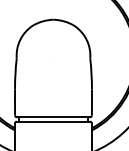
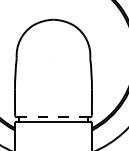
line at (54, 117): solid -> dashed
